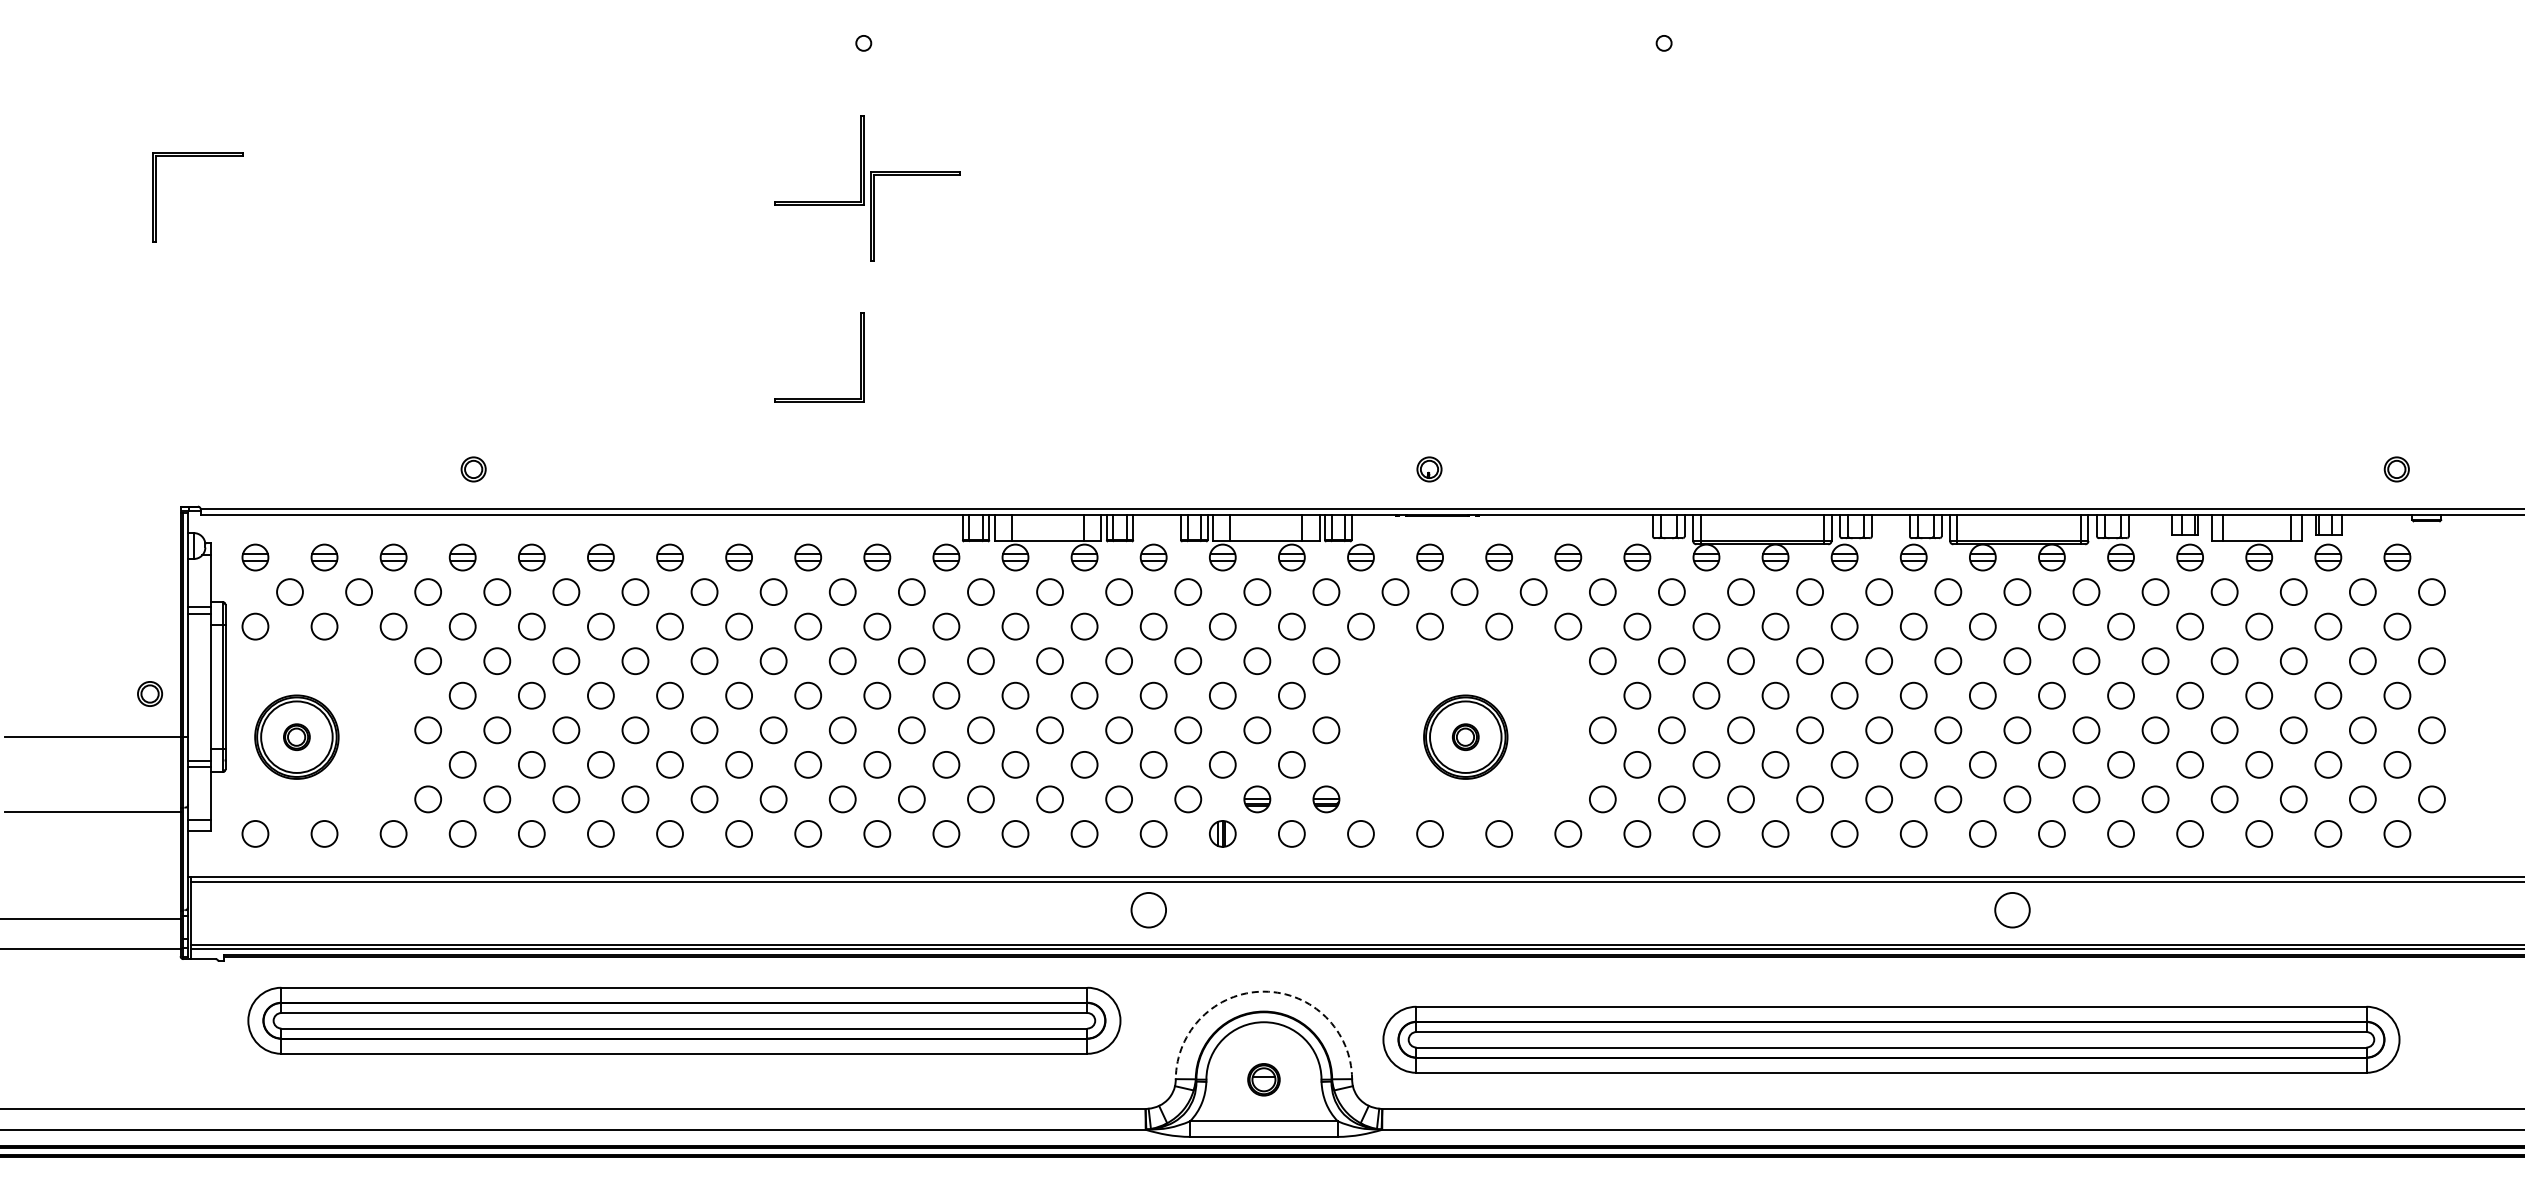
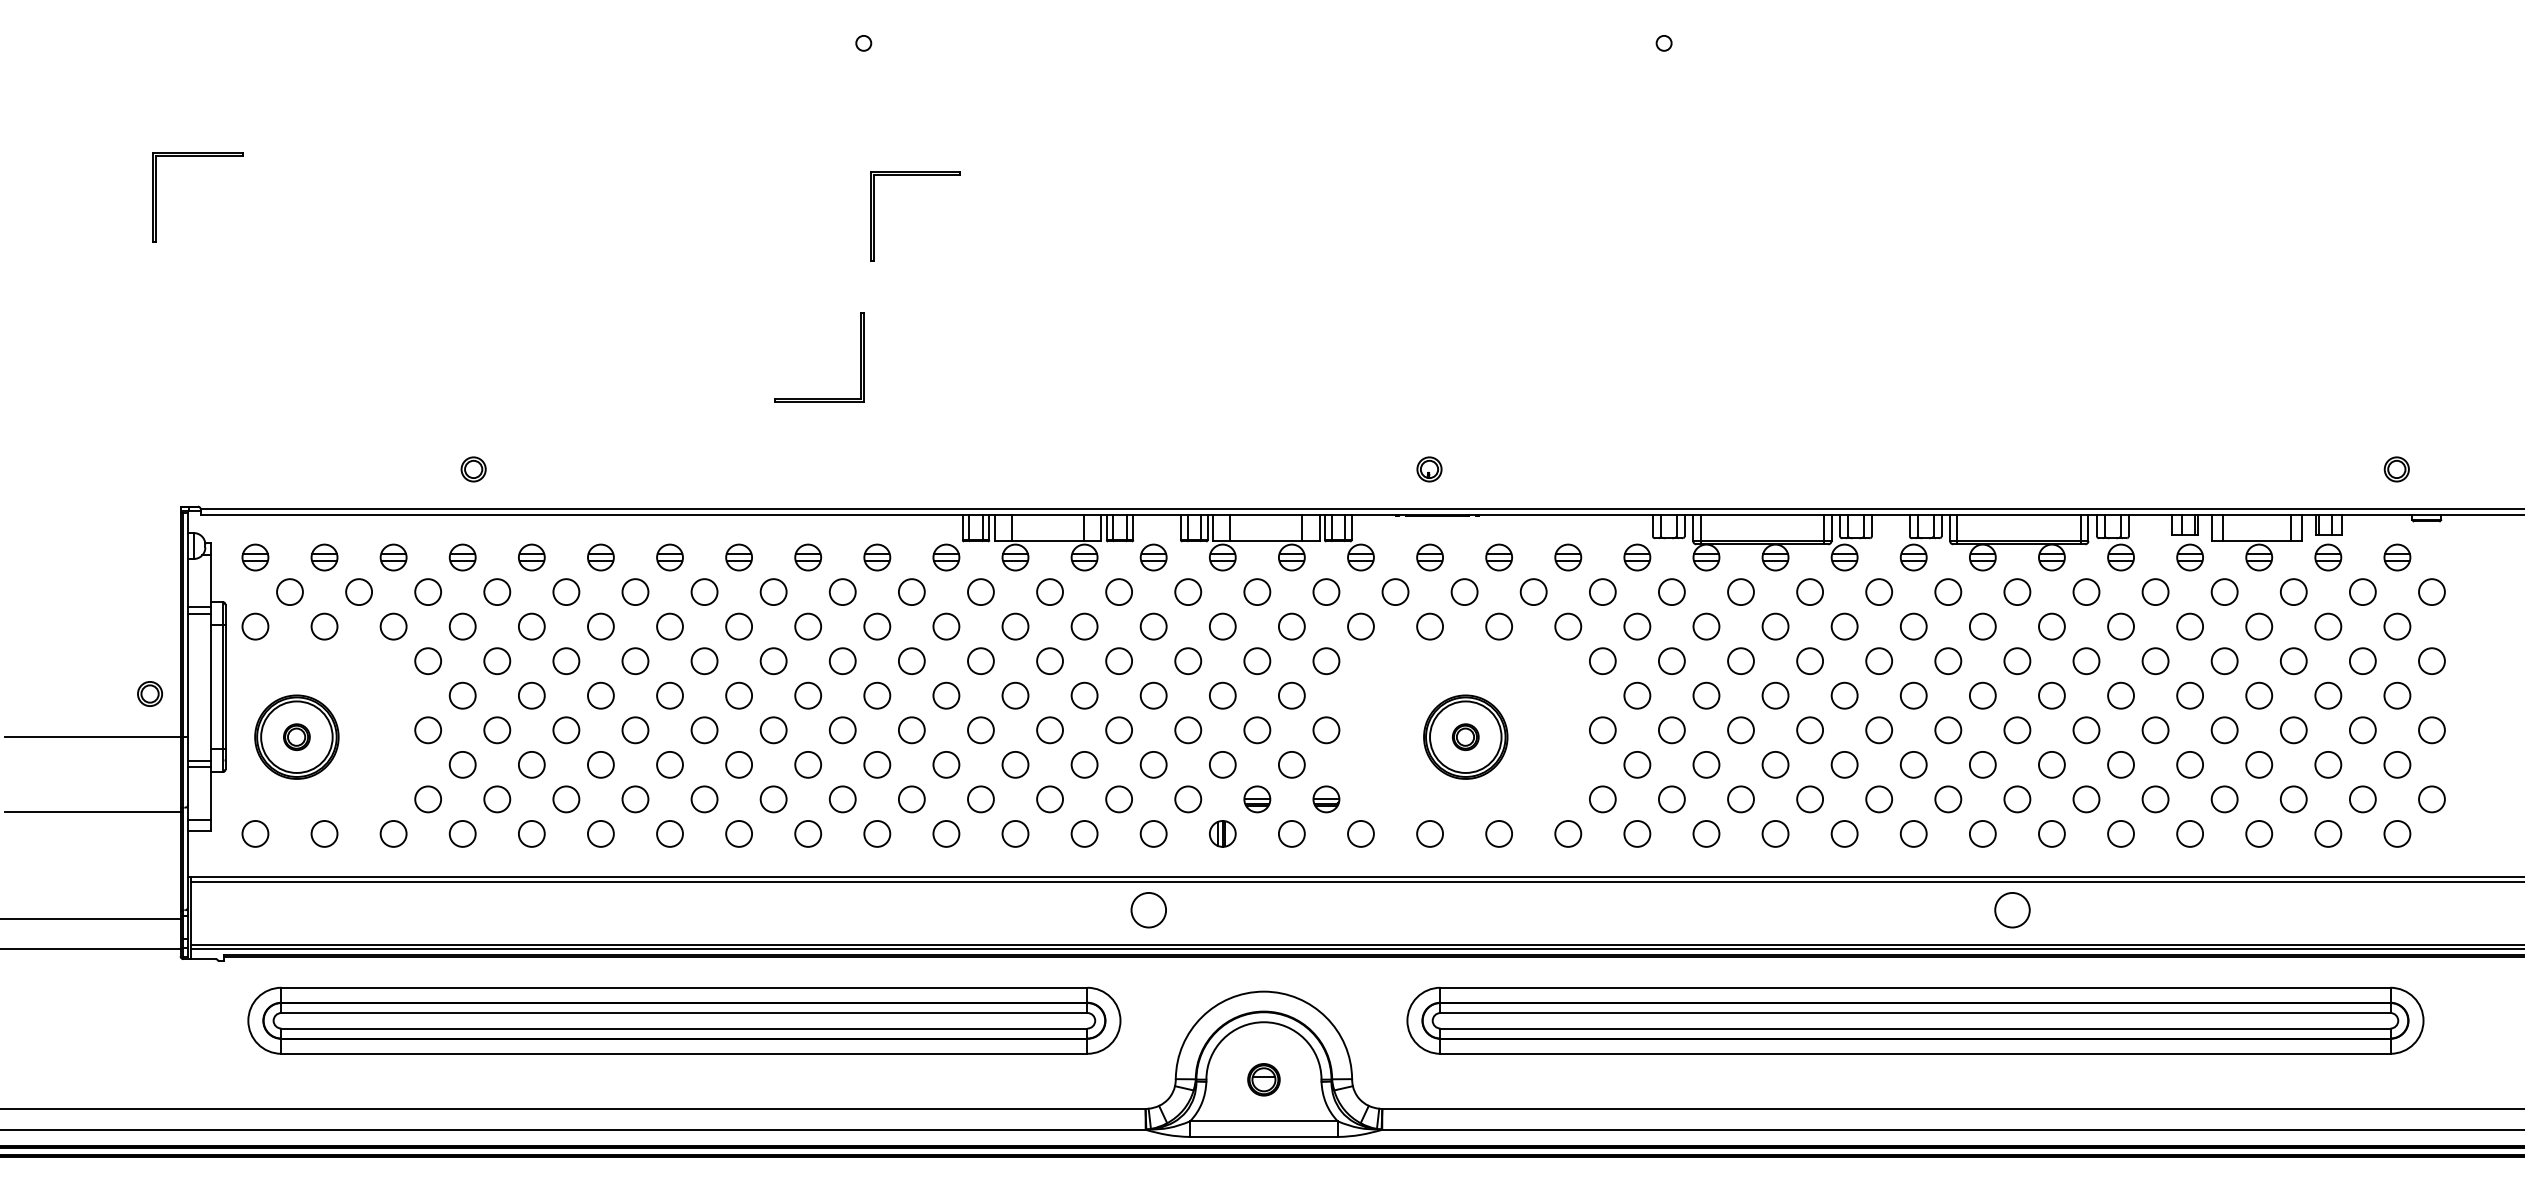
part at (860, 160): present -> none
arc at (1263, 991): dashed -> solid
part at (1891, 1039) position: (1891, 1039) -> (1915, 1020)
